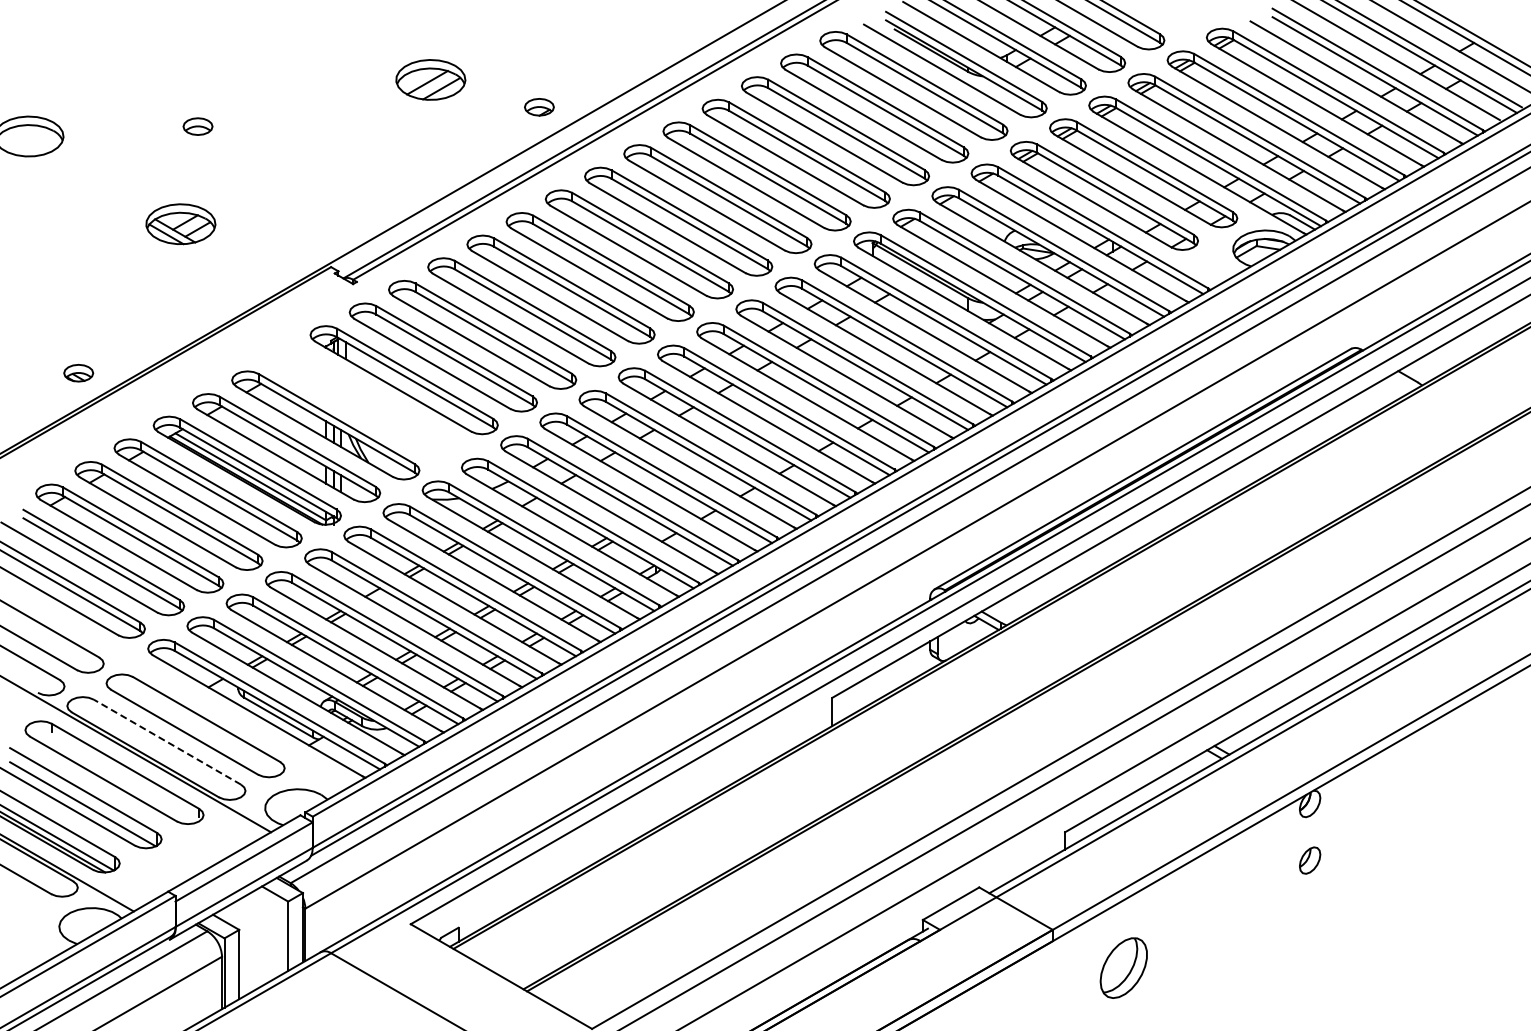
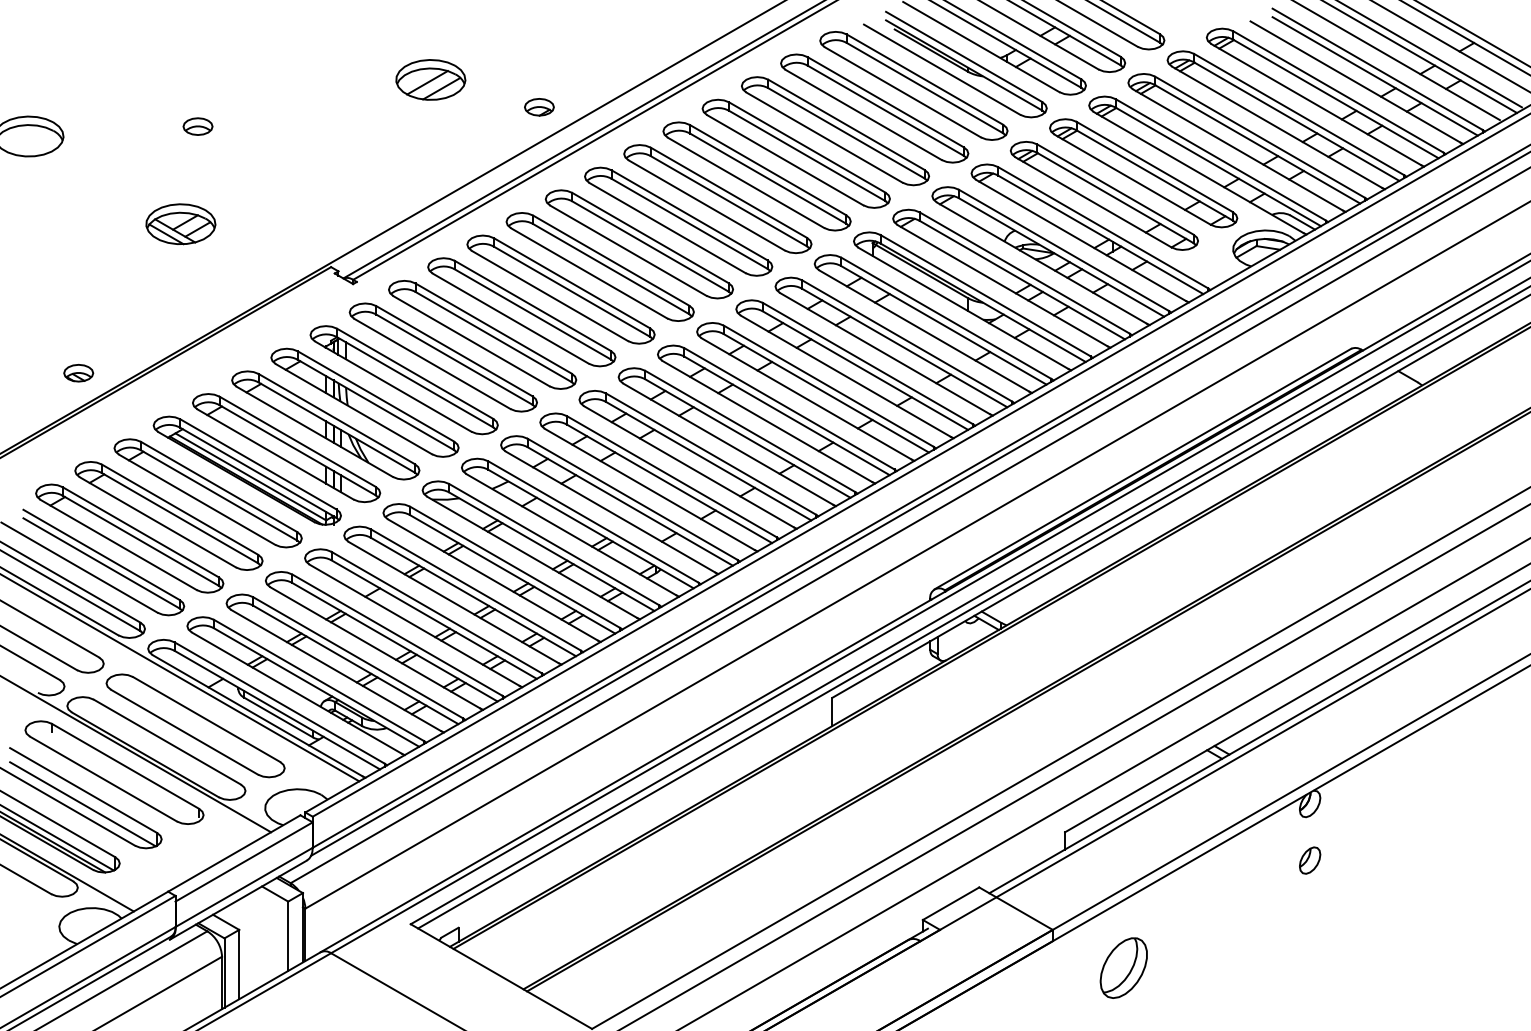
part at (364, 402): none -> present
line at (972, 607): none -> present
line at (180, 678): none -> present
line at (167, 742): dashed -> solid
